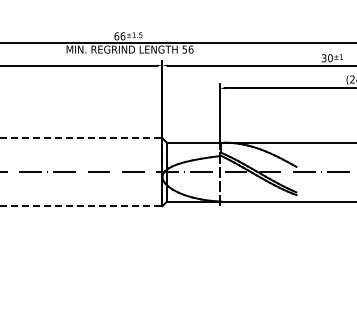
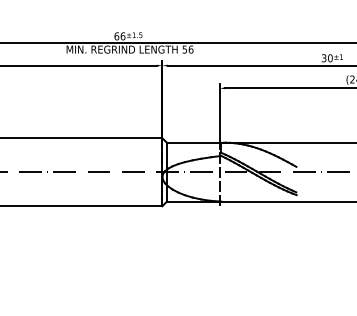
line at (81, 138): dashed -> solid
line at (81, 206): dashed -> solid
